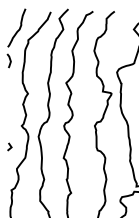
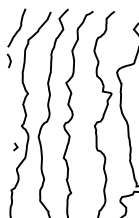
line at (9, 146) position: (9, 146) -> (15, 146)
